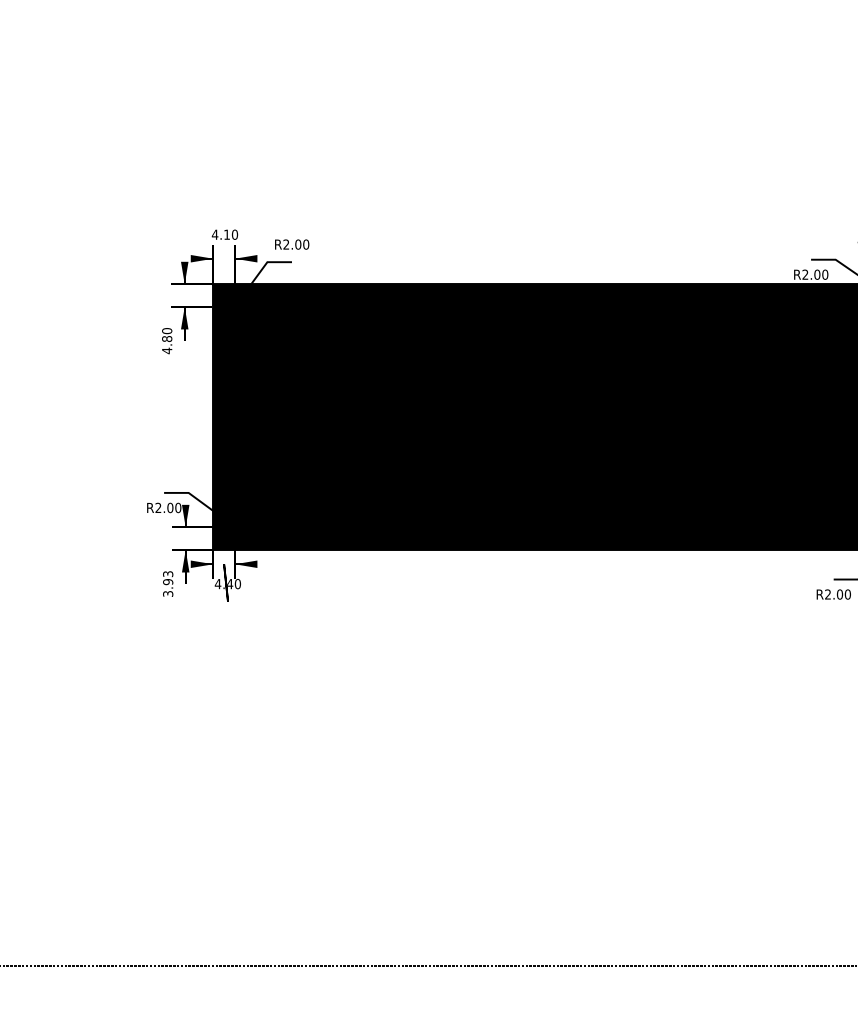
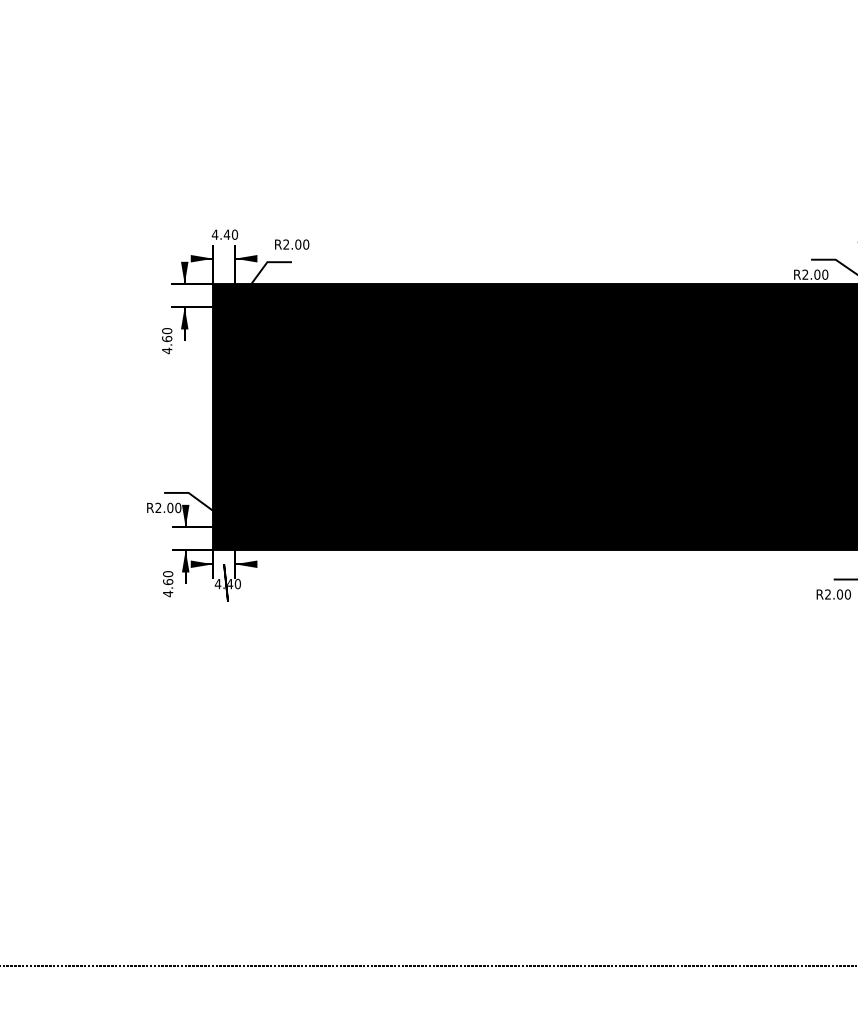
text at (226, 234): 4.10 -> 4.40
text at (167, 339): 4.80 -> 4.60
text at (168, 584): 3.93 -> 4.60
